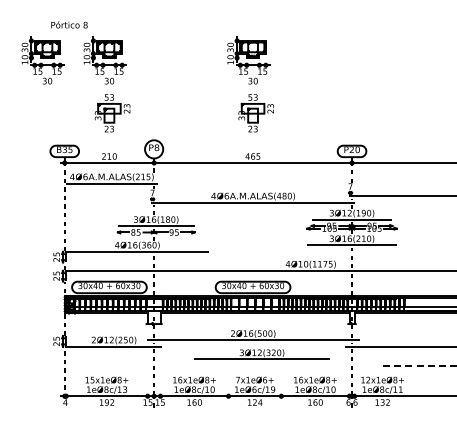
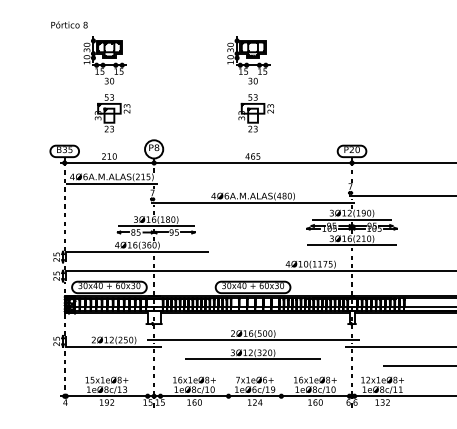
part at (42, 60): present -> none
part at (261, 354) position: (261, 354) -> (252, 354)
line at (419, 365): dashed -> solid
